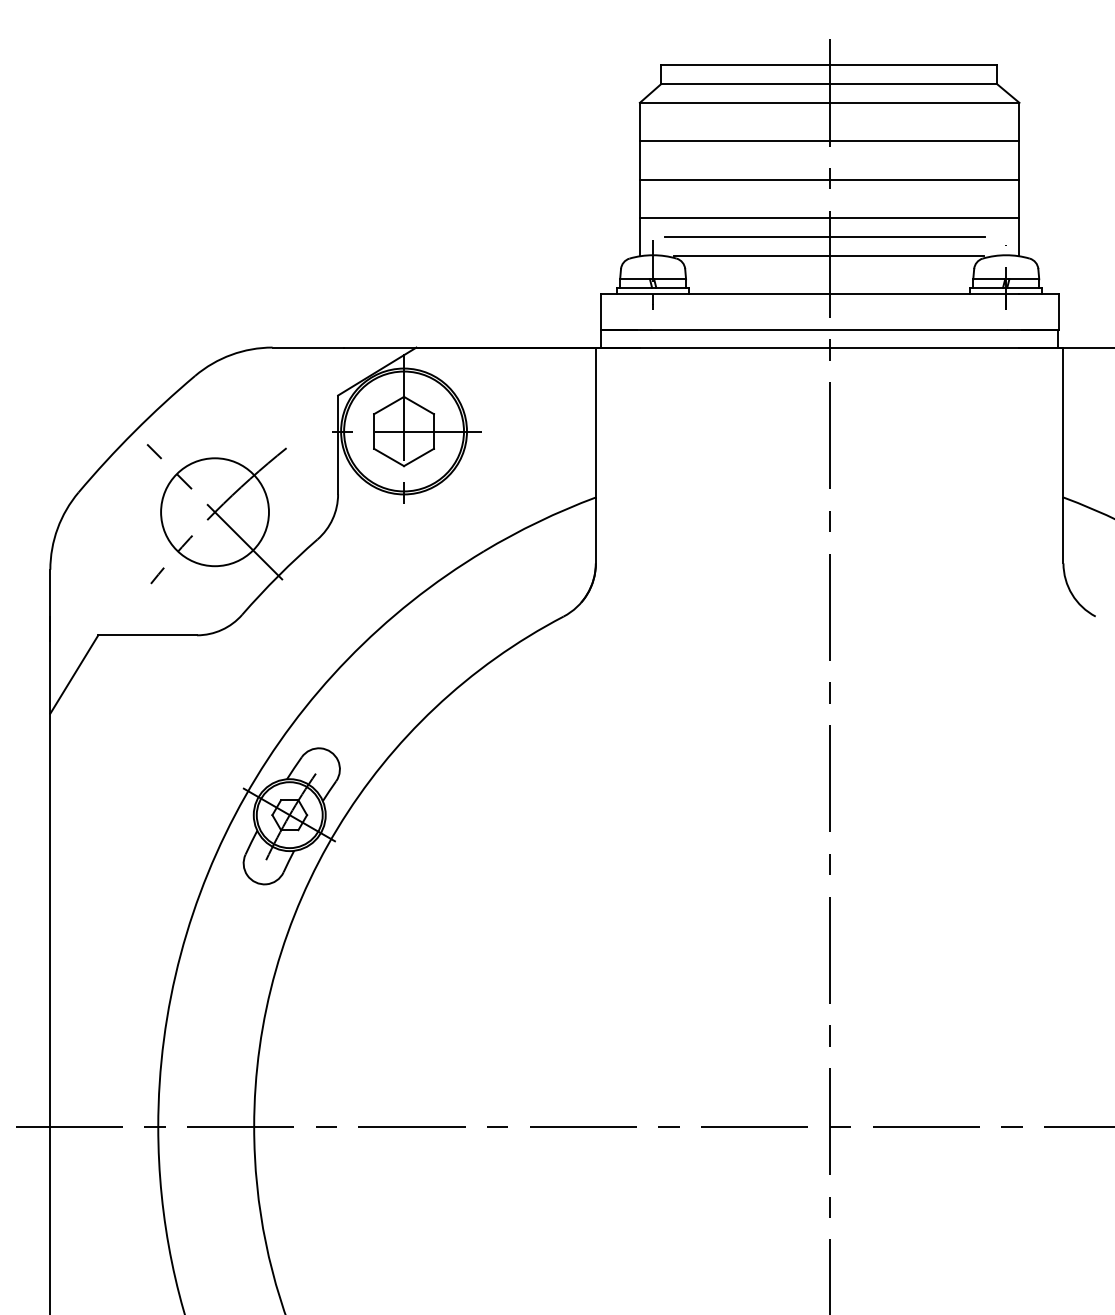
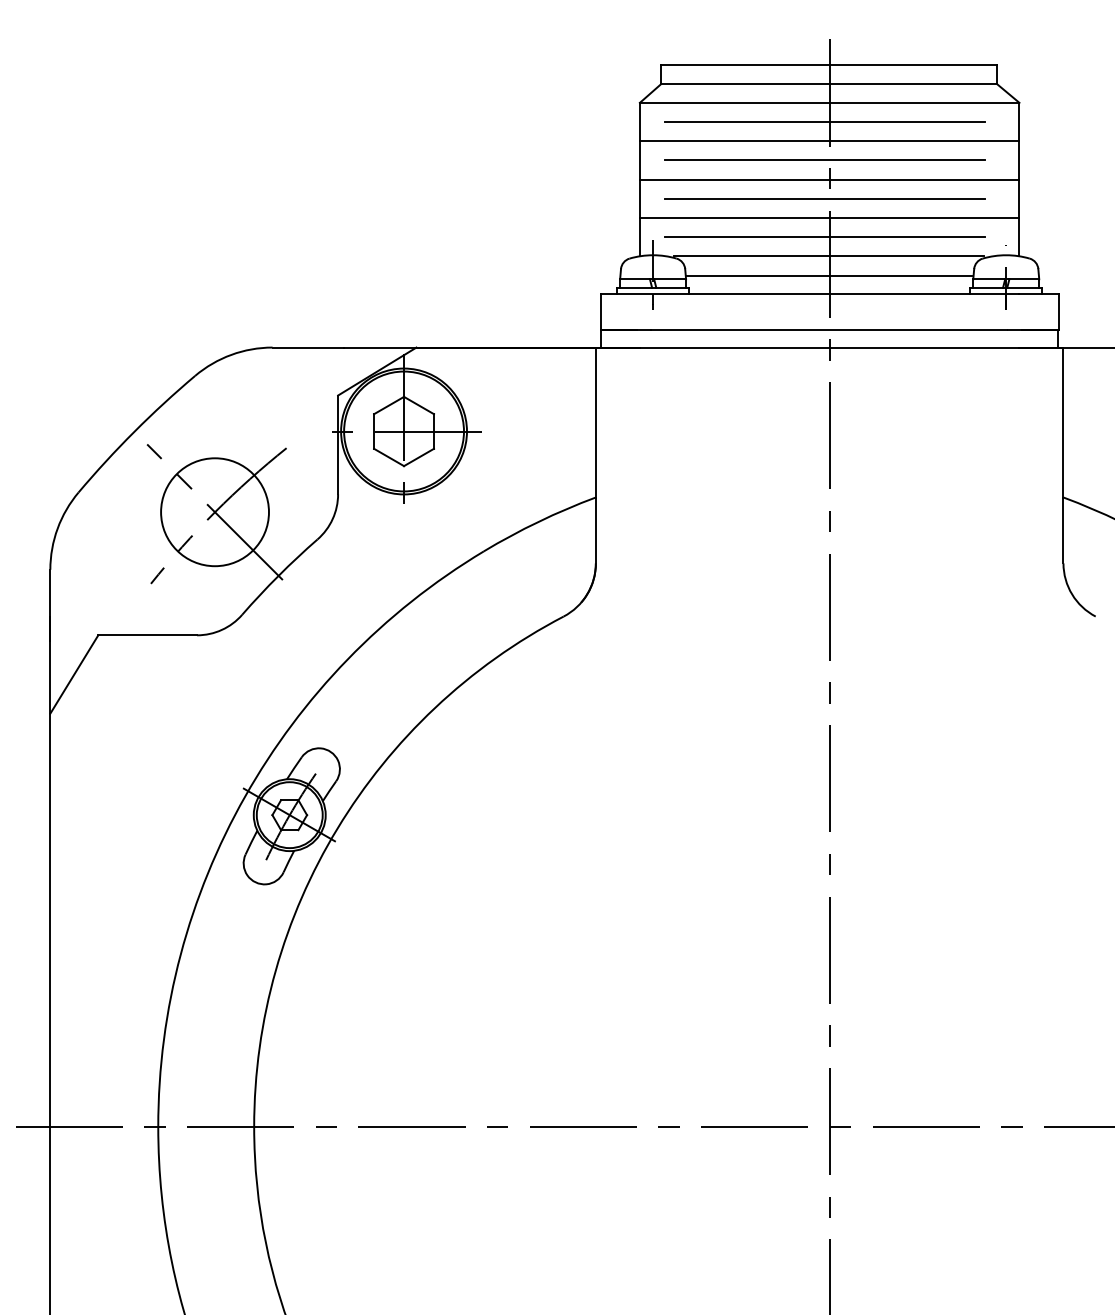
line at (824, 122): none -> present
line at (824, 160): none -> present
line at (824, 198): none -> present
line at (828, 275): none -> present
